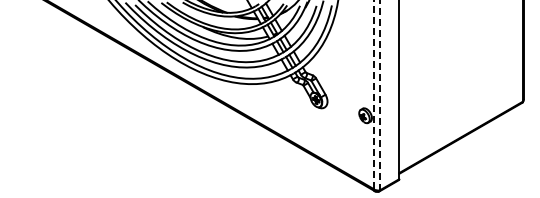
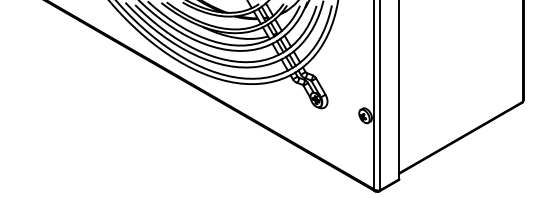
line at (373, 94): dashed -> solid
line at (379, 95): dashed -> solid
